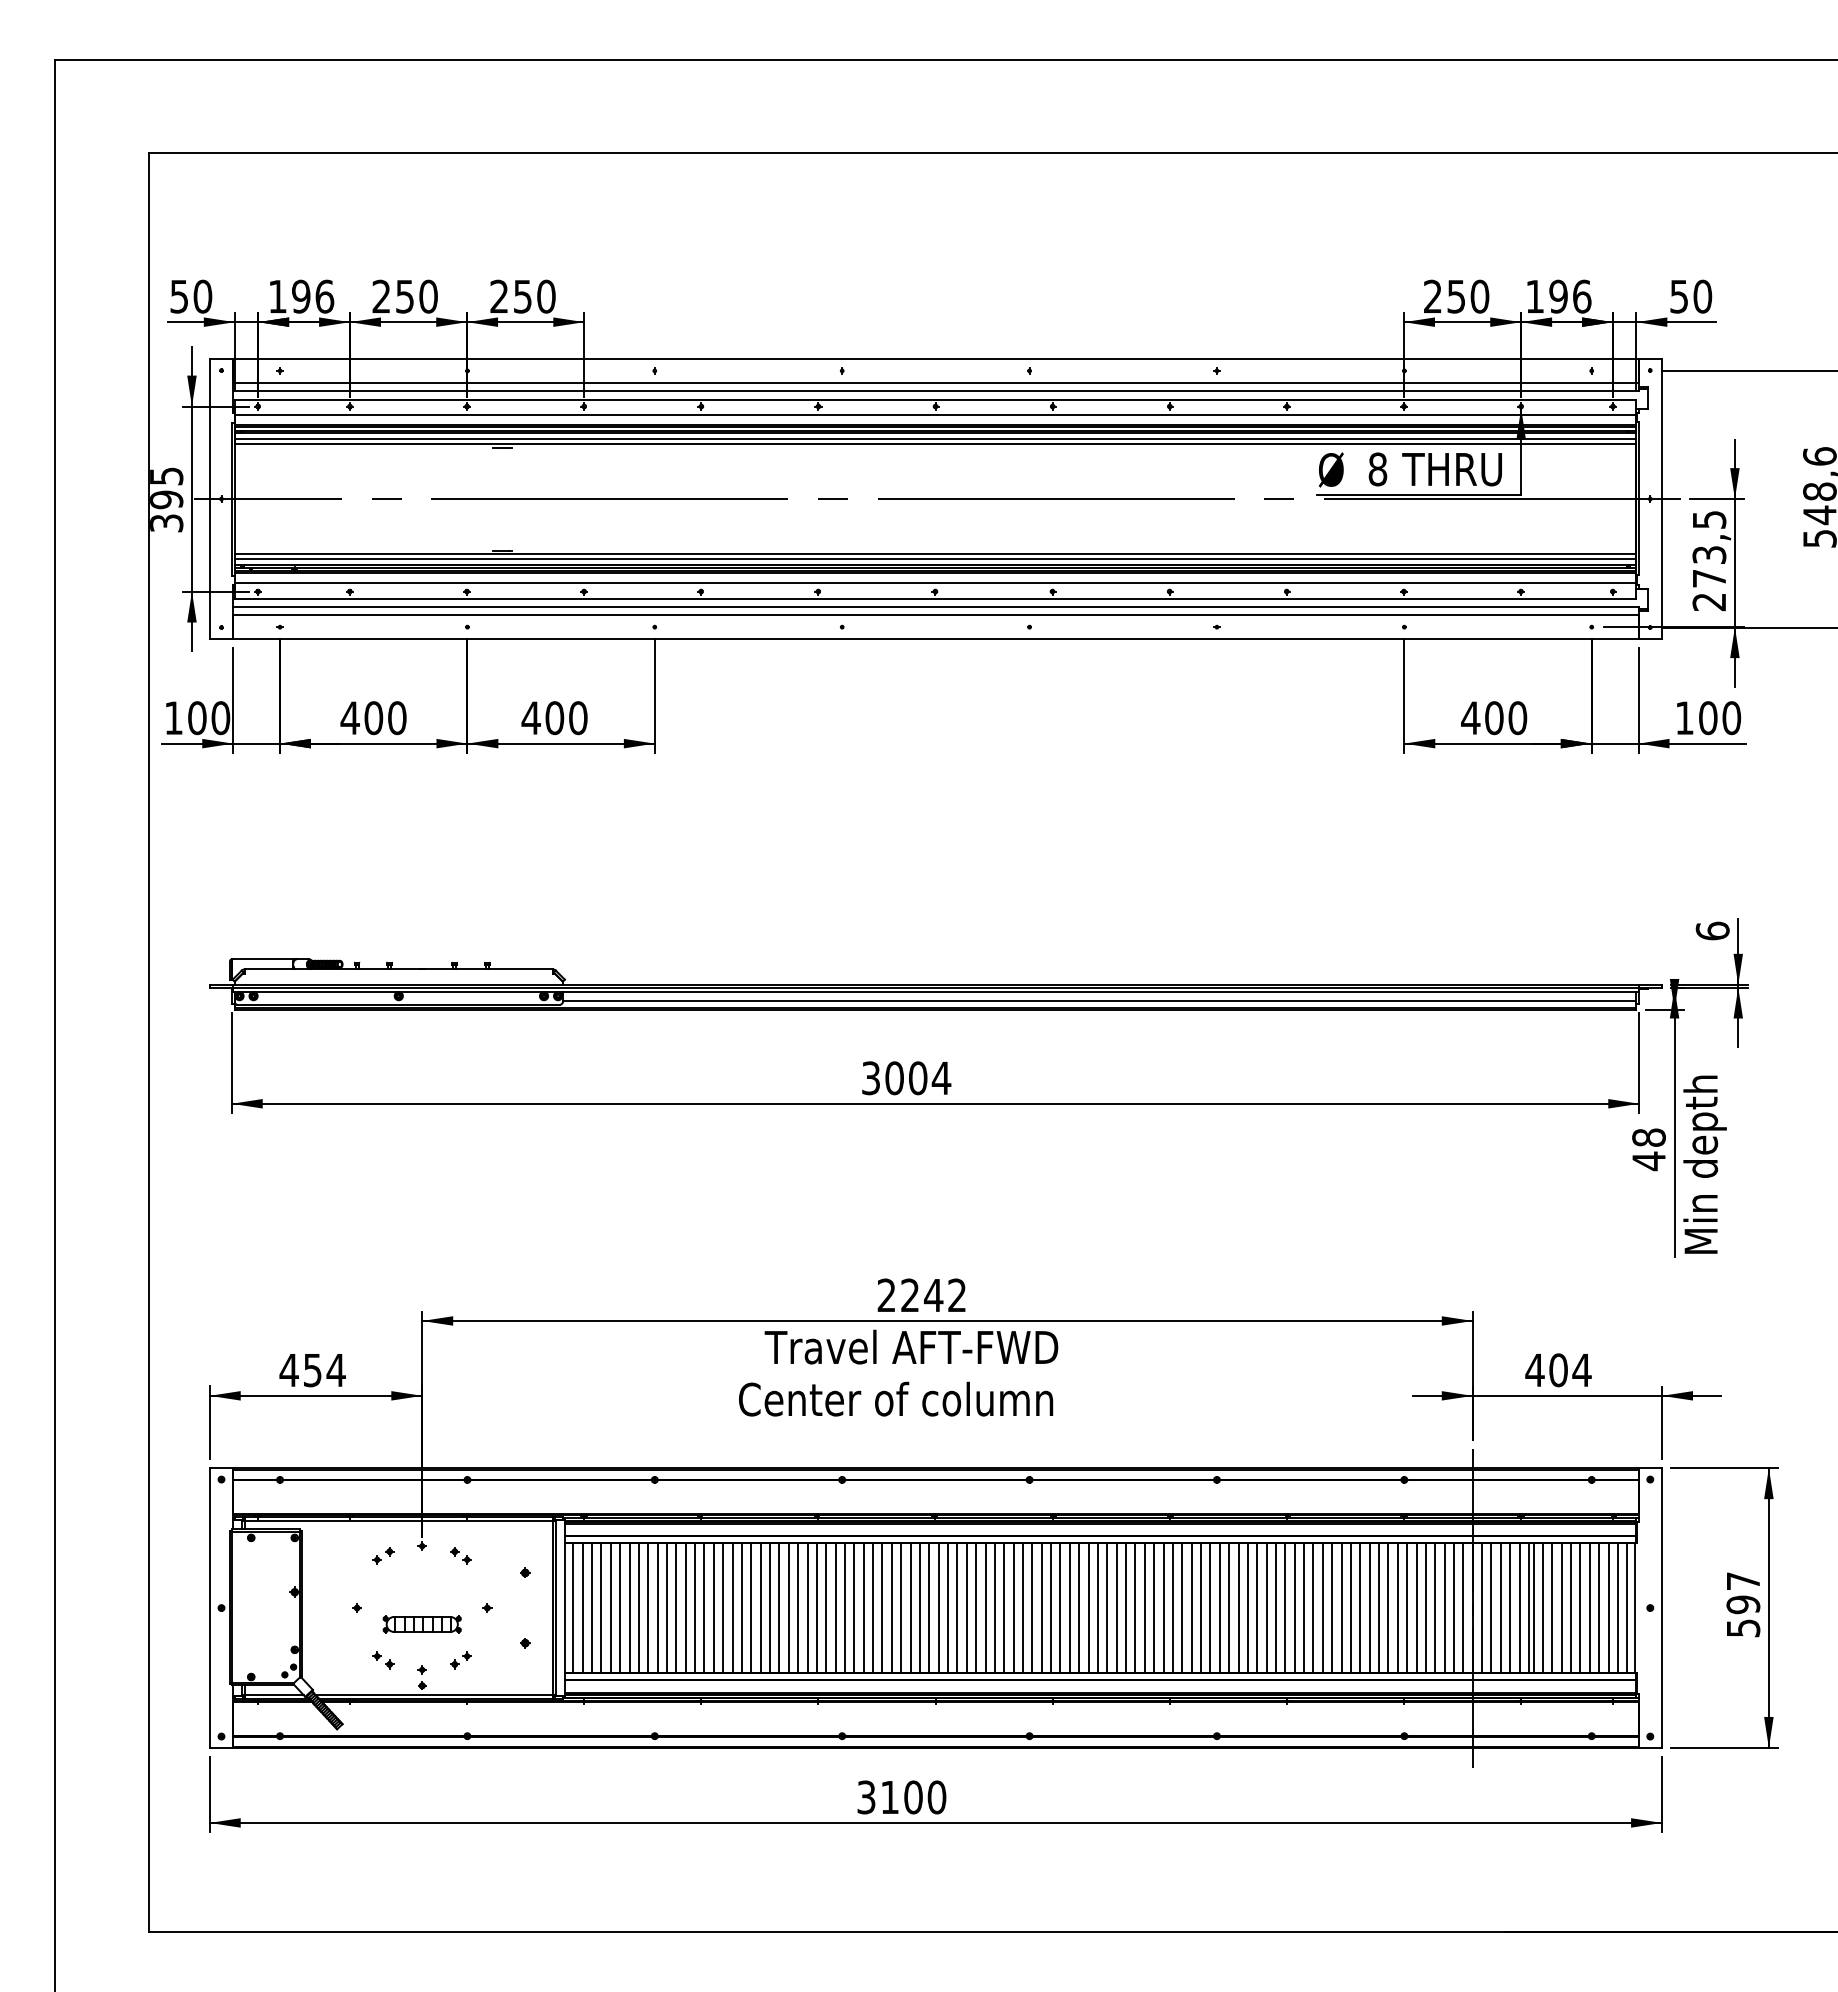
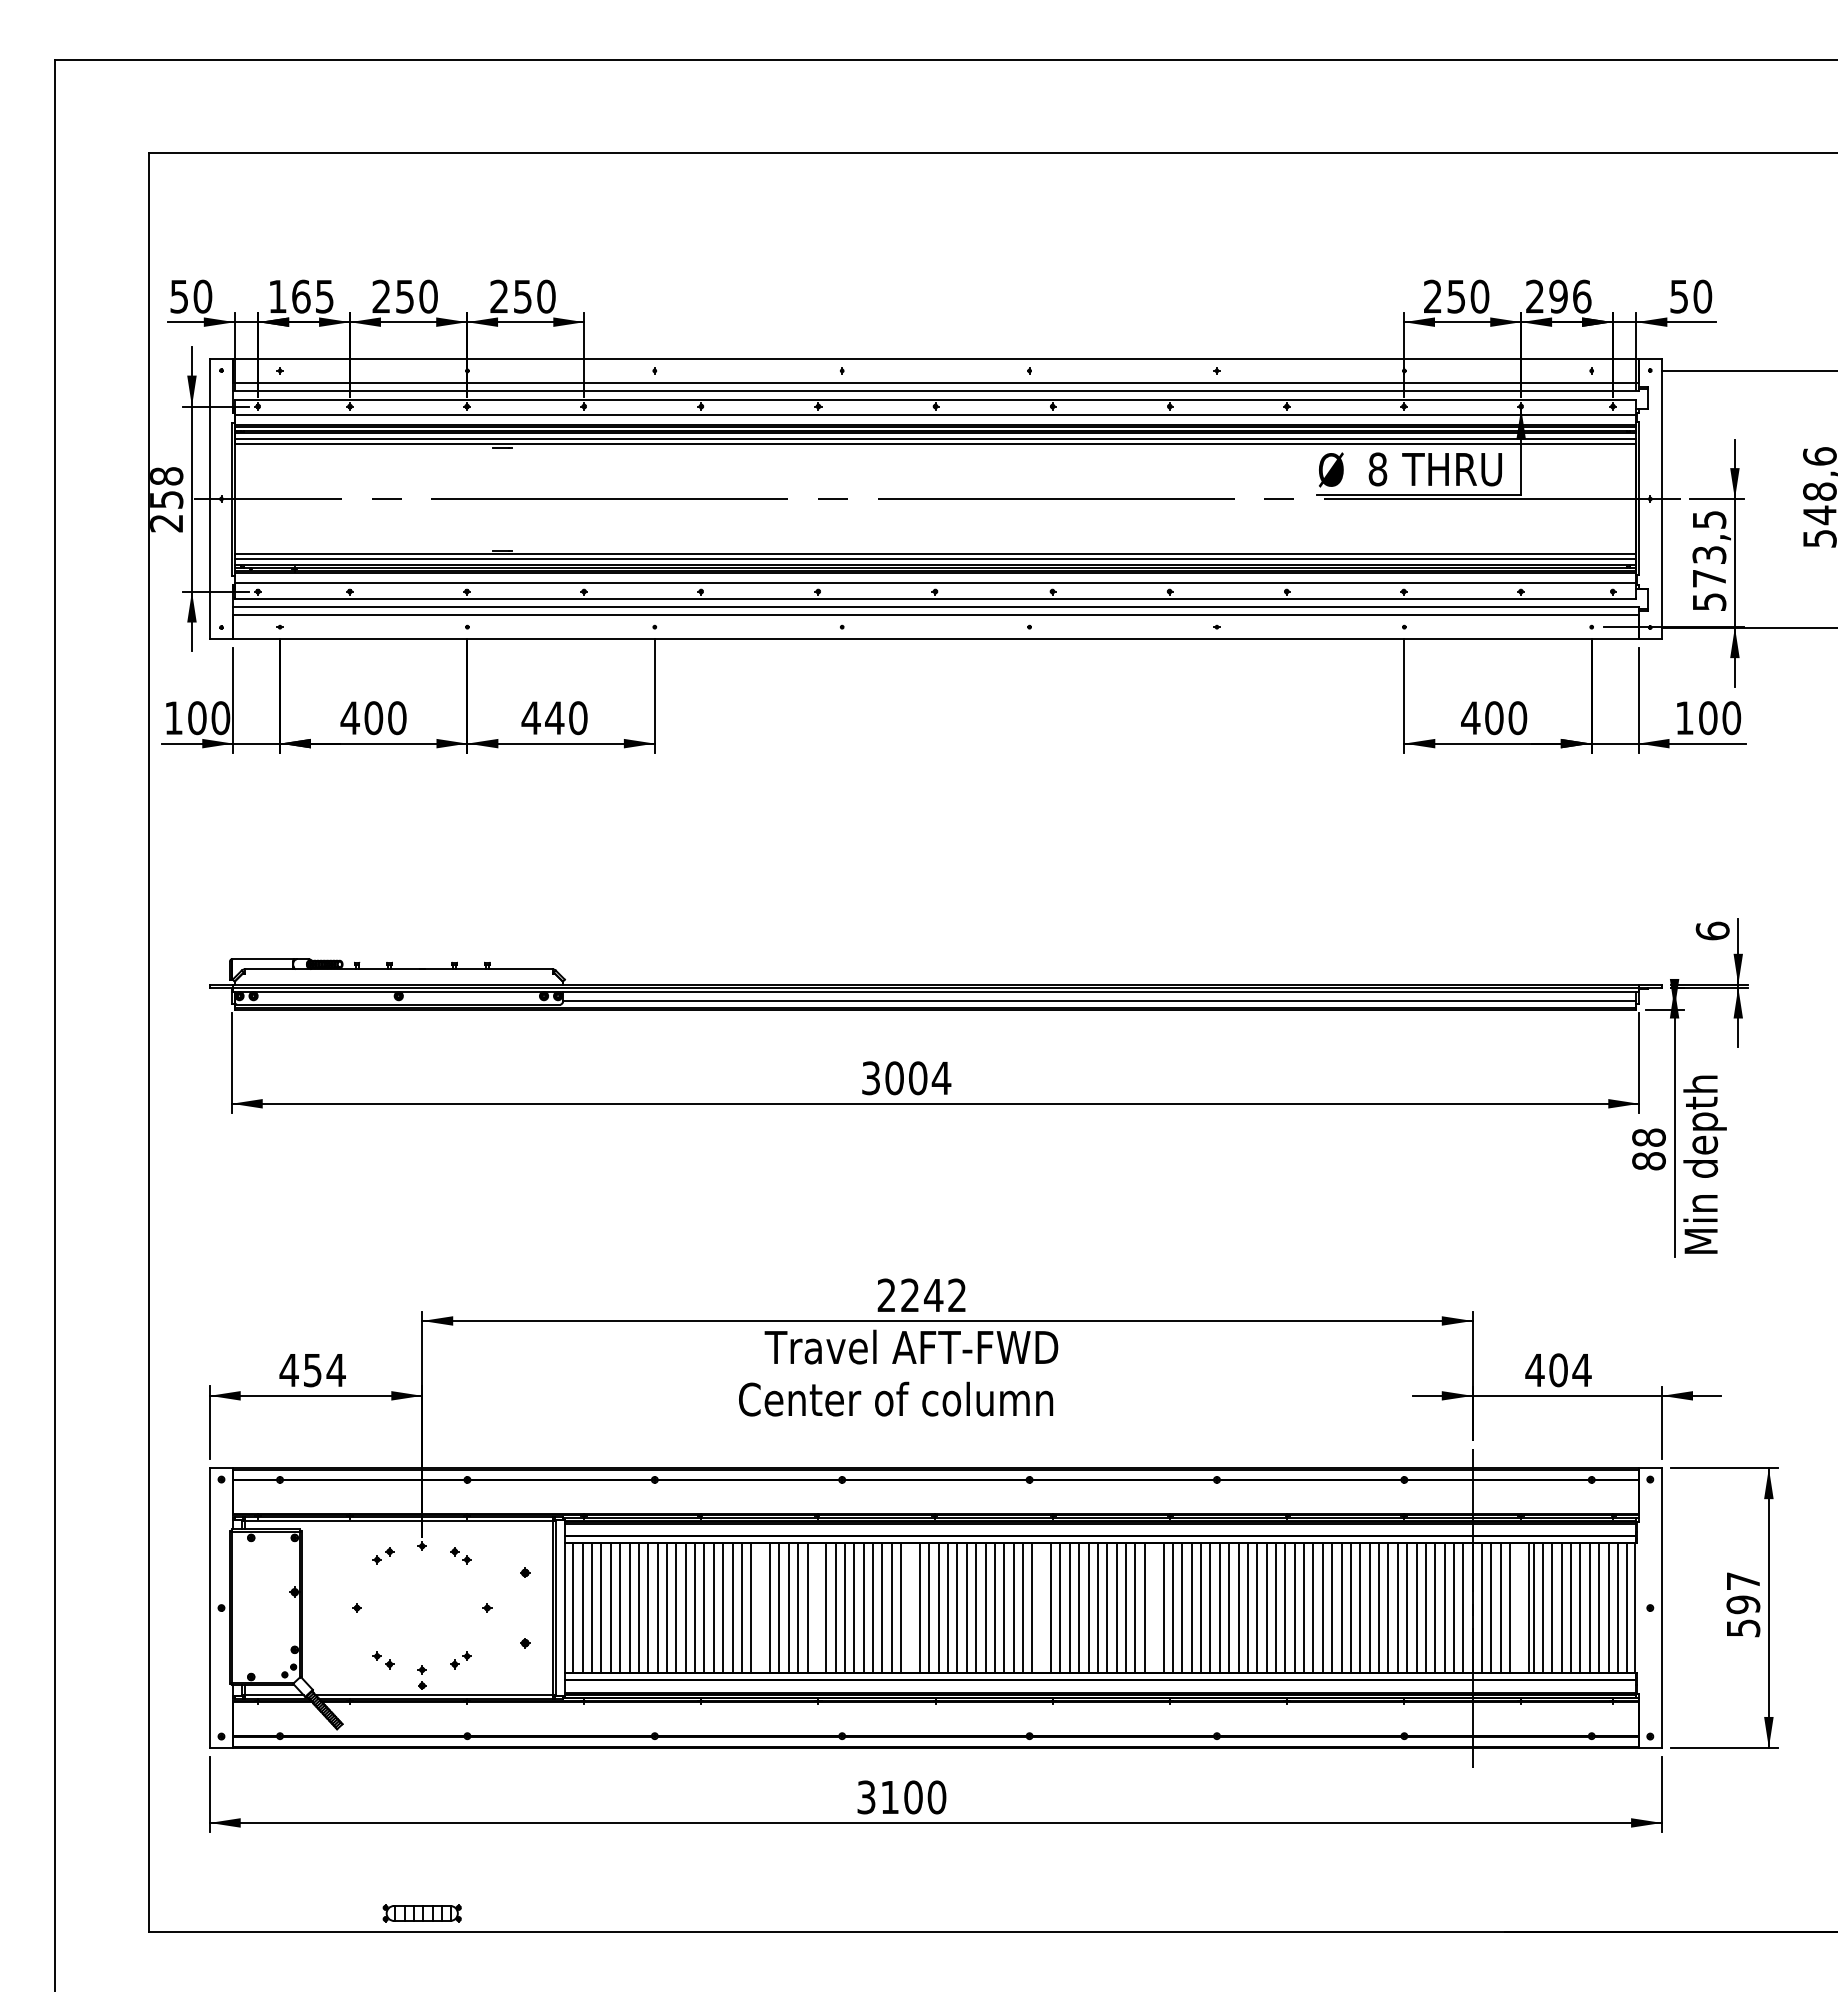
text at (1534, 295): 196 -> 296
text at (313, 296): 196 -> 165
text at (166, 499): 395 -> 258
text at (1709, 602): 273,5 -> 573,5
text at (554, 718): 400 -> 440
text at (1648, 1161): 48 -> 88
line at (760, 1607): present -> none
line at (816, 1607): present -> none
line at (910, 1607): present -> none
line at (1041, 1607): present -> none
line at (1154, 1607): present -> none
line at (1519, 1607): present -> none
part at (421, 1624) position: (421, 1624) -> (421, 1913)
